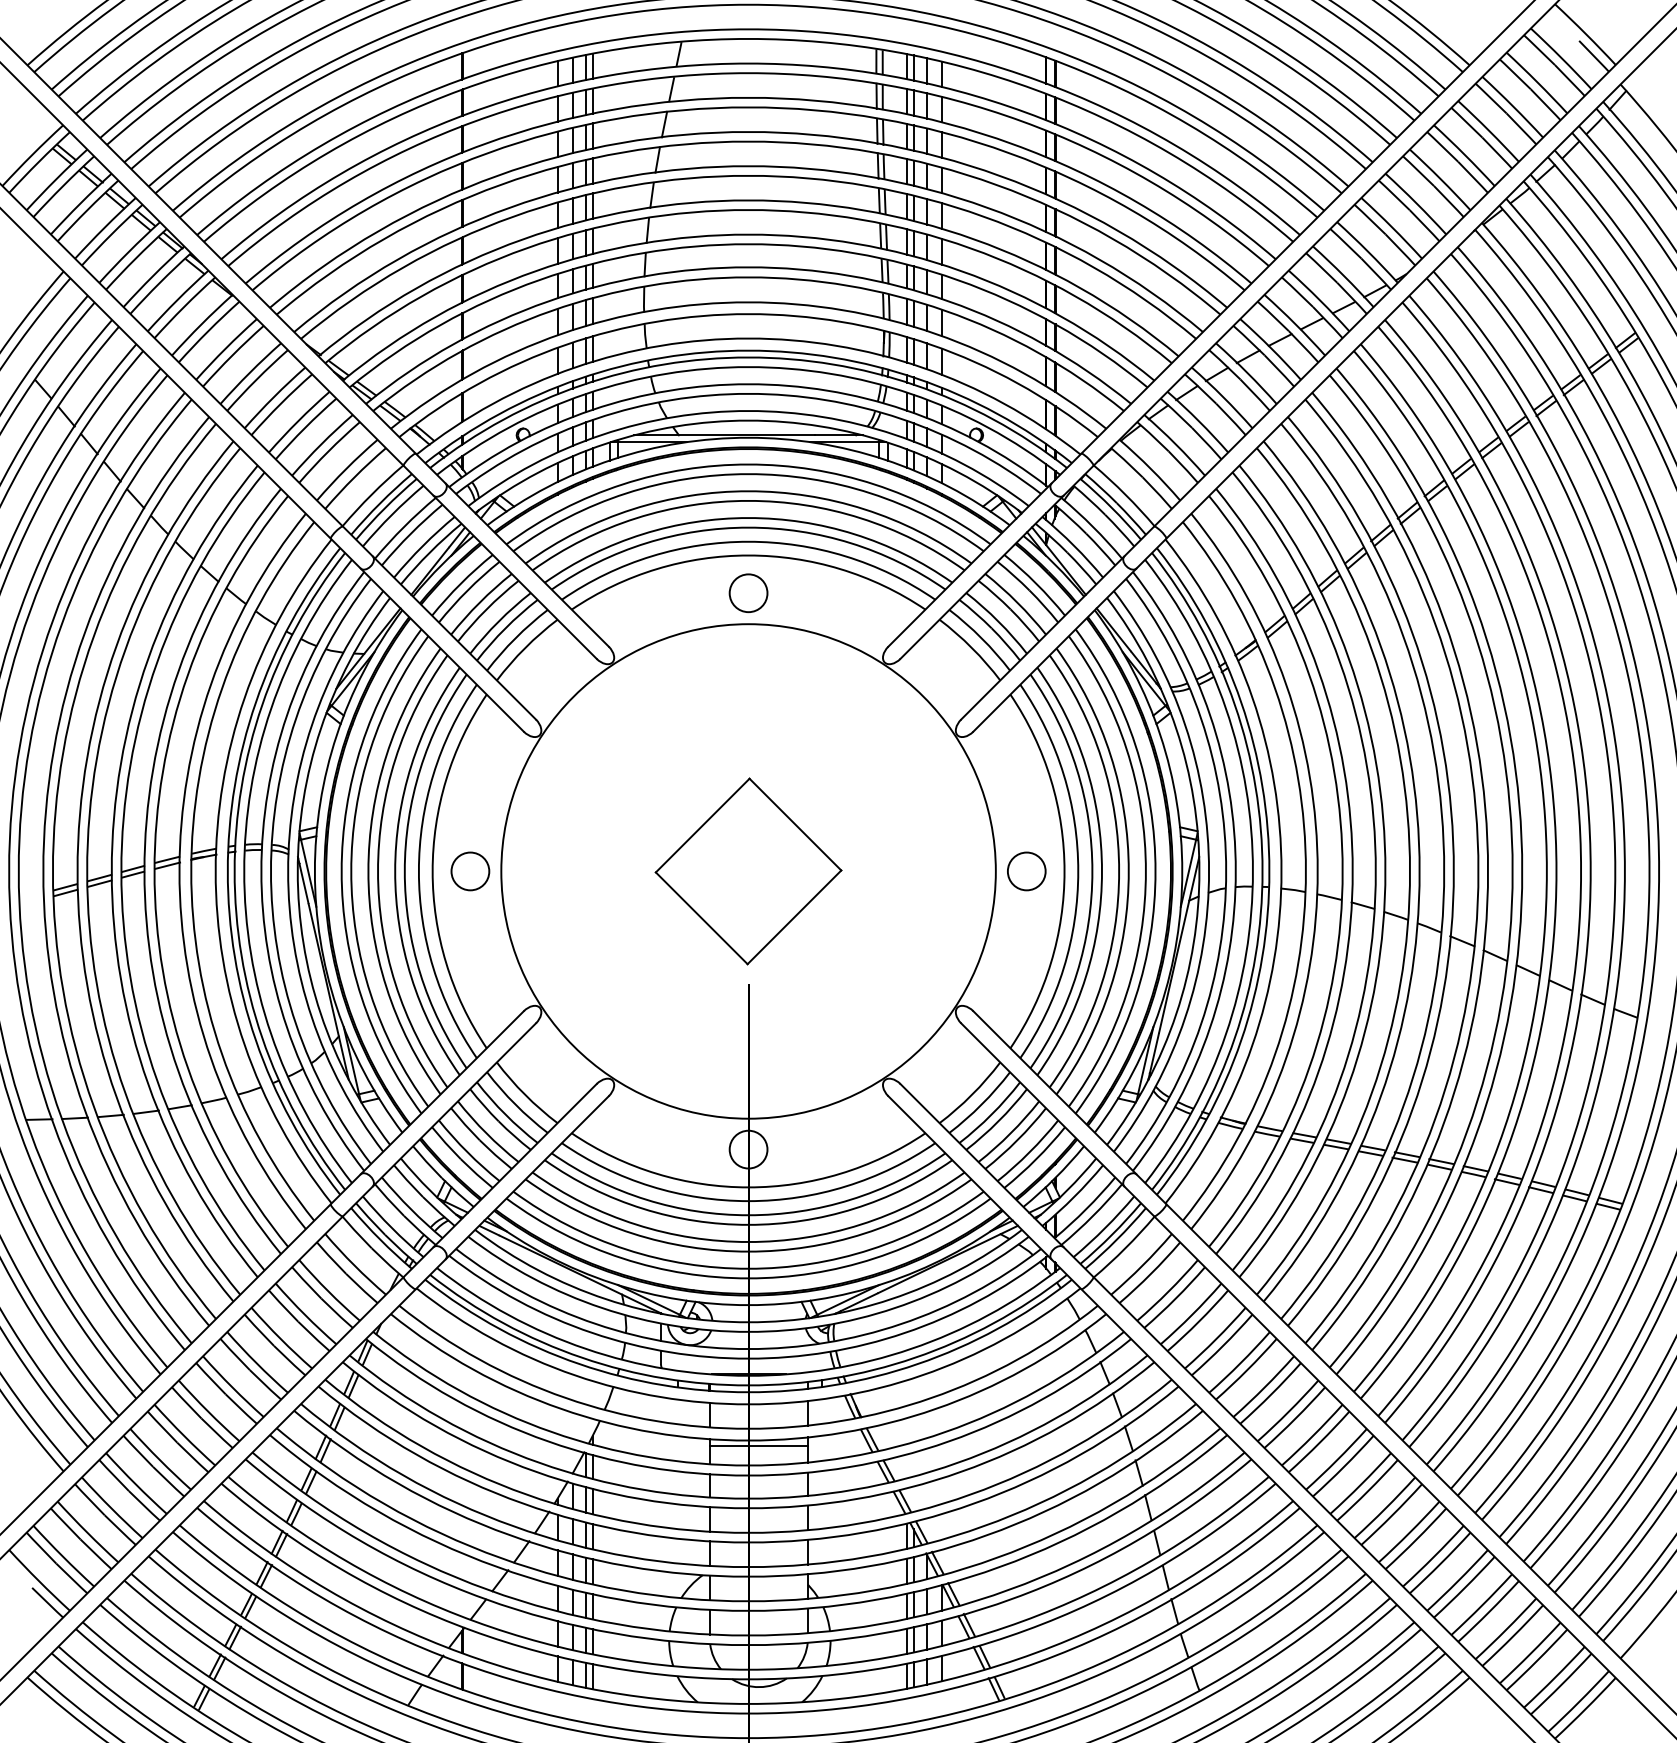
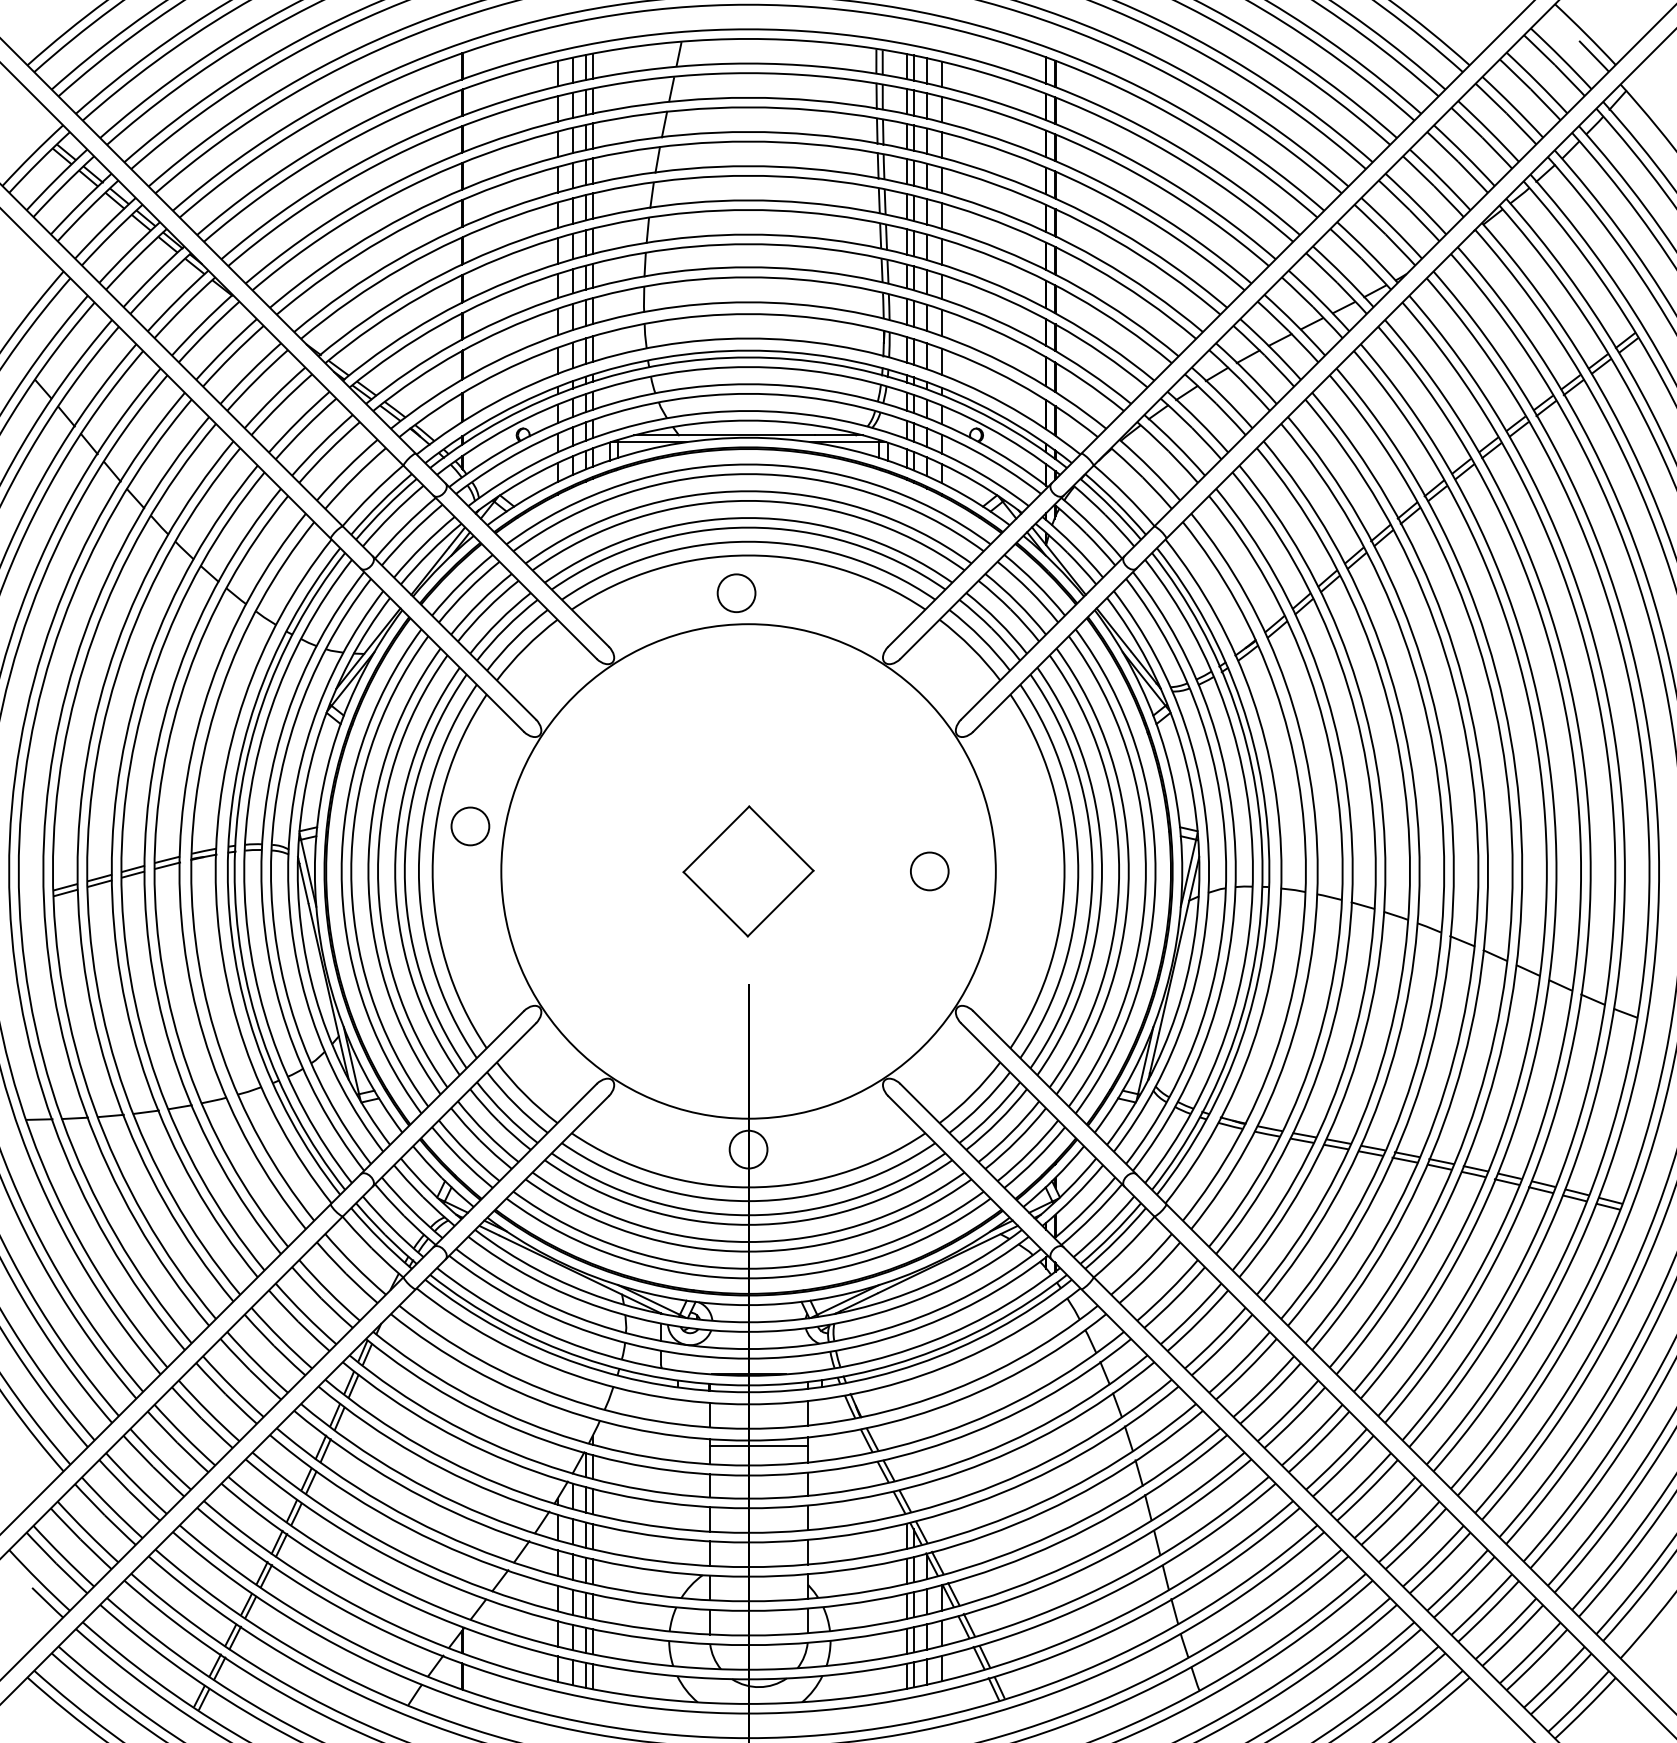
circle at (748, 593) position: (748, 593) -> (736, 593)
circle at (470, 871) position: (470, 871) -> (470, 826)
part at (748, 871) size: 189x189 px -> 133x133 px
circle at (1026, 871) position: (1026, 871) -> (929, 871)
